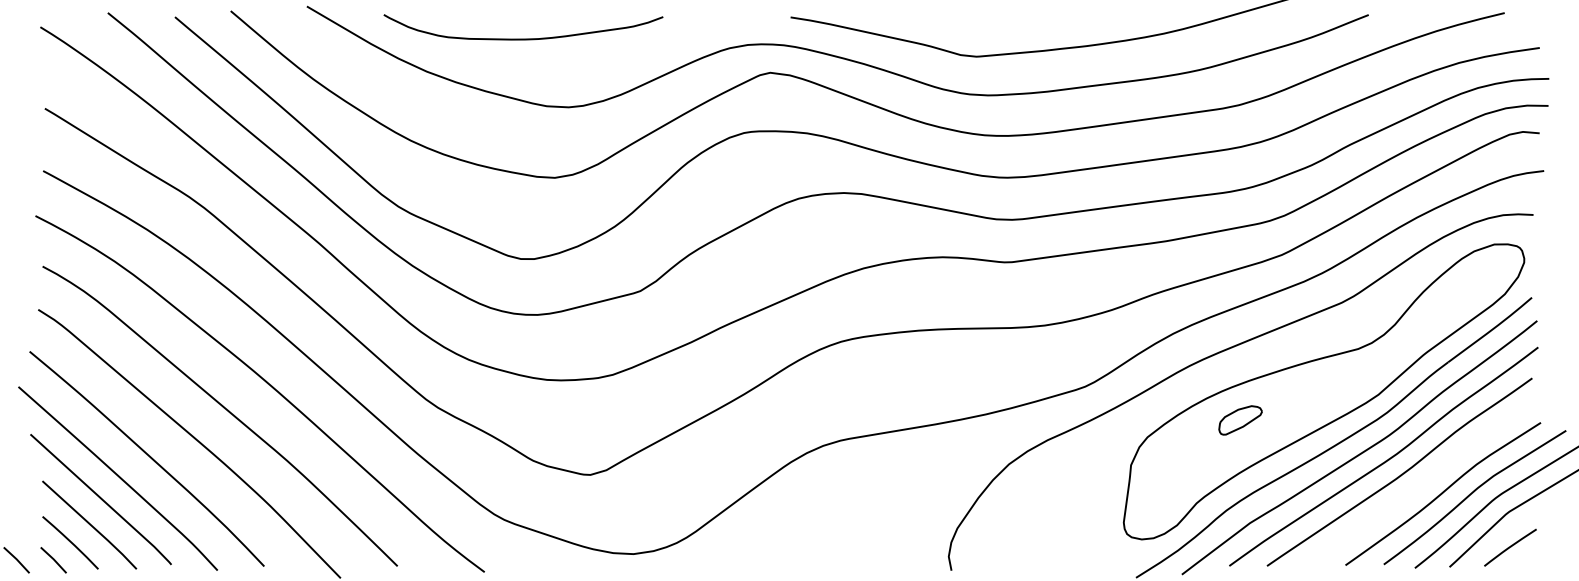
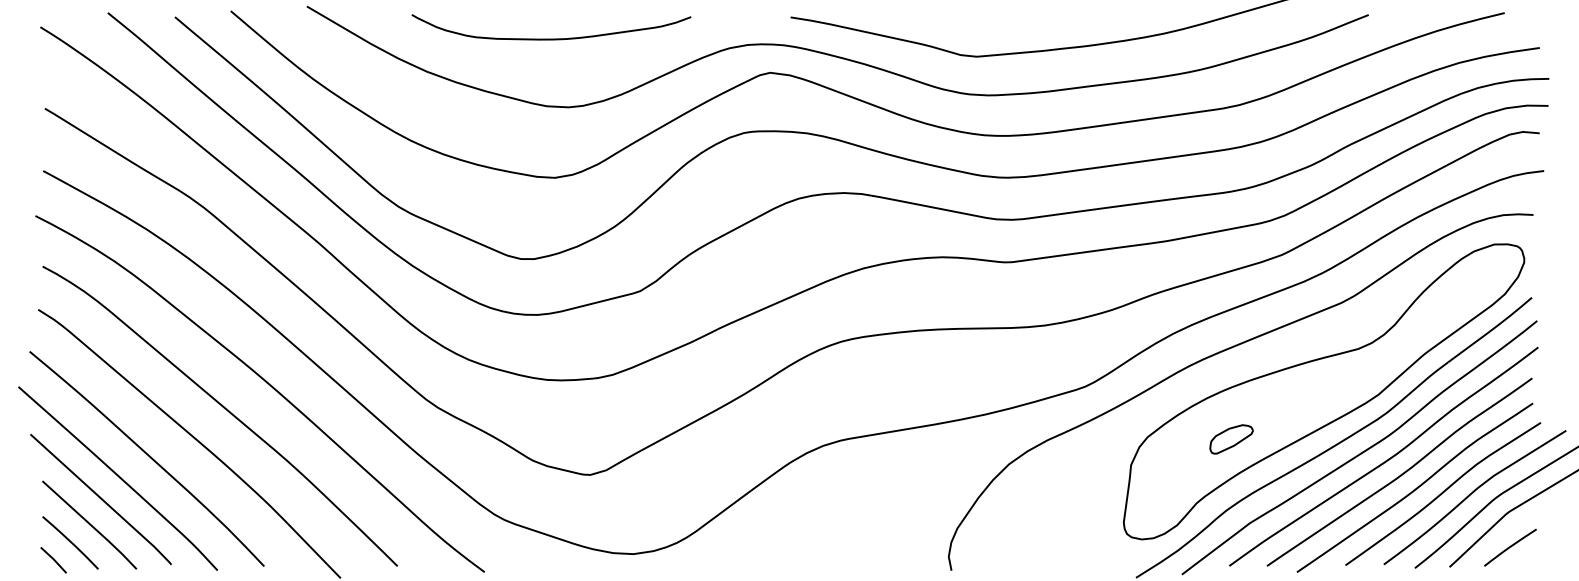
curve at (523, 38) position: (523, 38) -> (551, 38)
part at (1240, 420) position: (1240, 420) -> (1231, 439)
curve at (1415, 488): none -> present
line at (16, 560): present -> none
